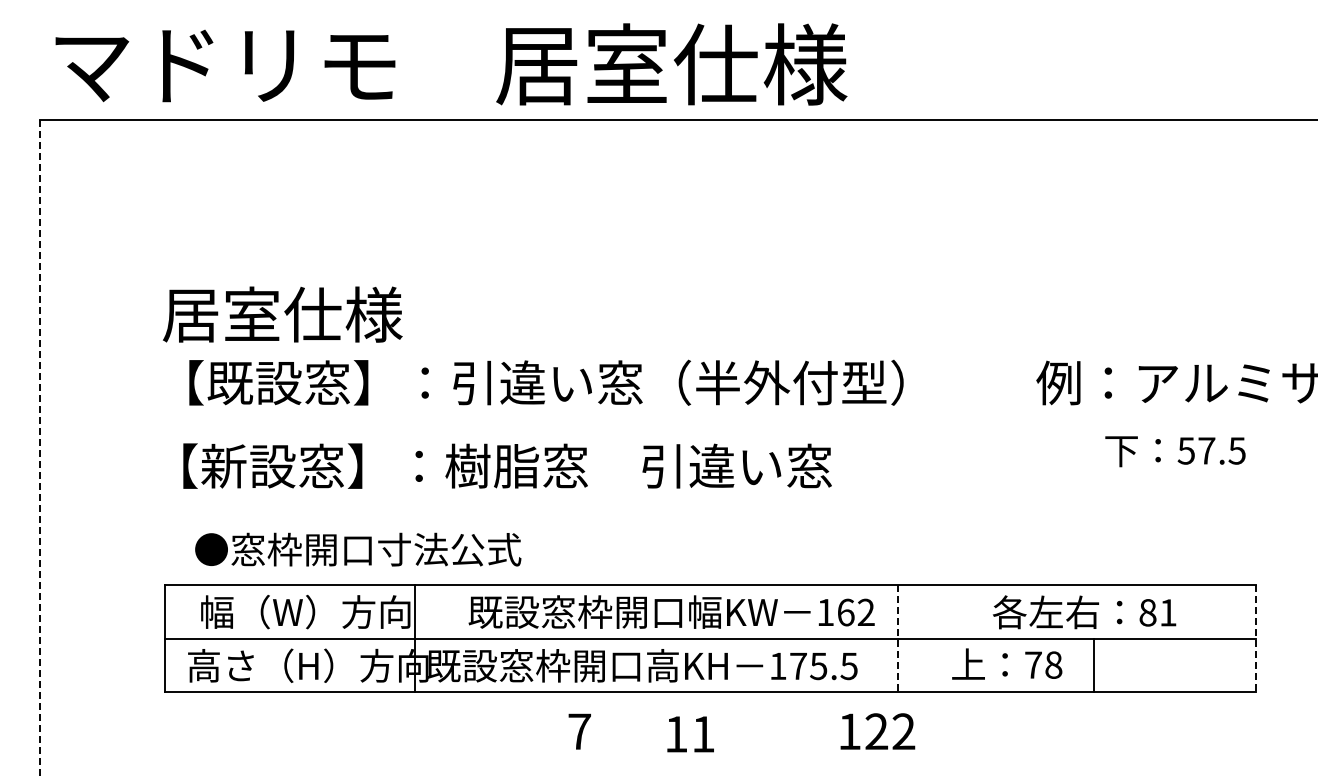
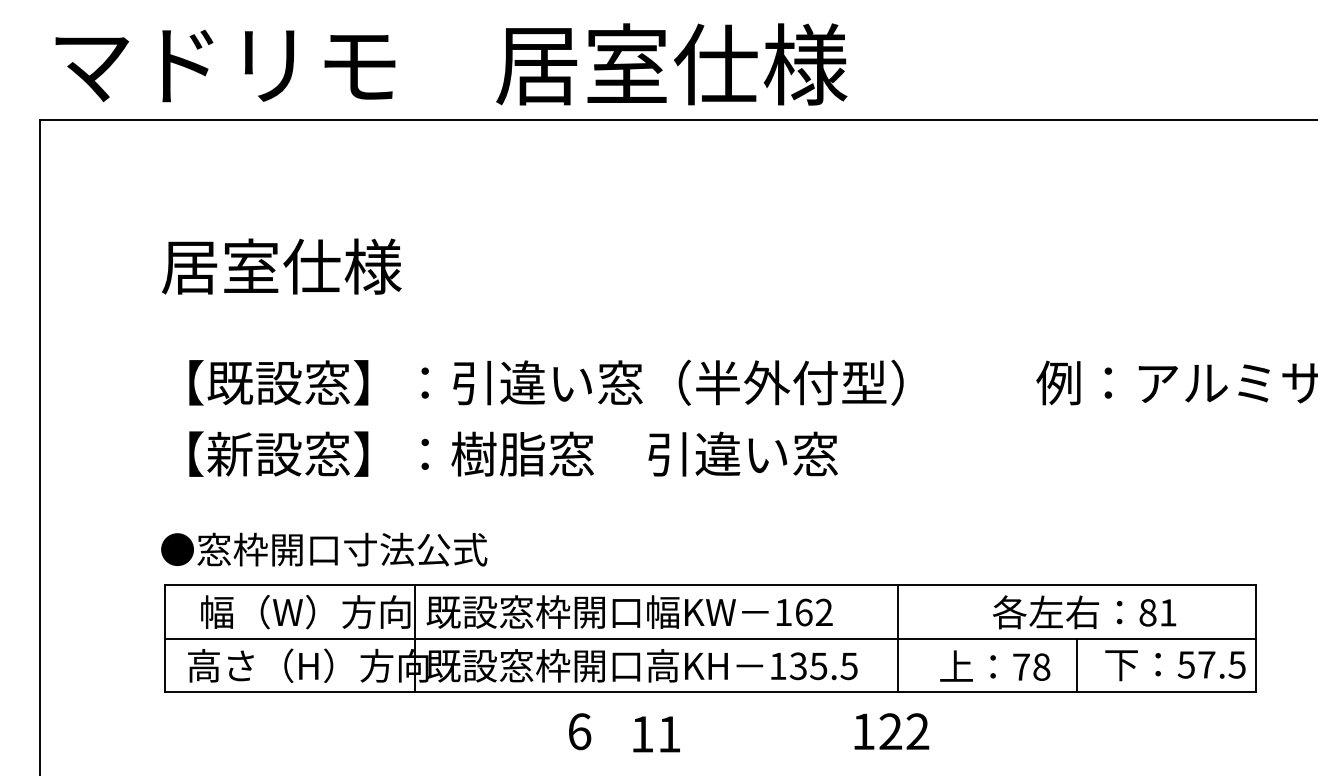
text at (282, 314) position: (282, 314) -> (281, 266)
line at (39, 448): dashed -> solid
text at (1175, 451) position: (1175, 451) -> (1175, 665)
text at (507, 465) position: (507, 465) -> (513, 453)
text at (358, 549) position: (358, 549) -> (324, 549)
text at (671, 611) position: (671, 611) -> (629, 611)
line at (897, 638): dashed -> solid
line at (1255, 638): dashed -> solid
text at (1007, 663) position: (1007, 663) -> (995, 665)
line at (1093, 665) position: (1093, 665) -> (1076, 665)
text at (797, 666): 175.5 -> 135.5
text at (579, 731): 7 -> 6
text at (877, 731) position: (877, 731) -> (891, 731)
text at (690, 734) position: (690, 734) -> (656, 734)
